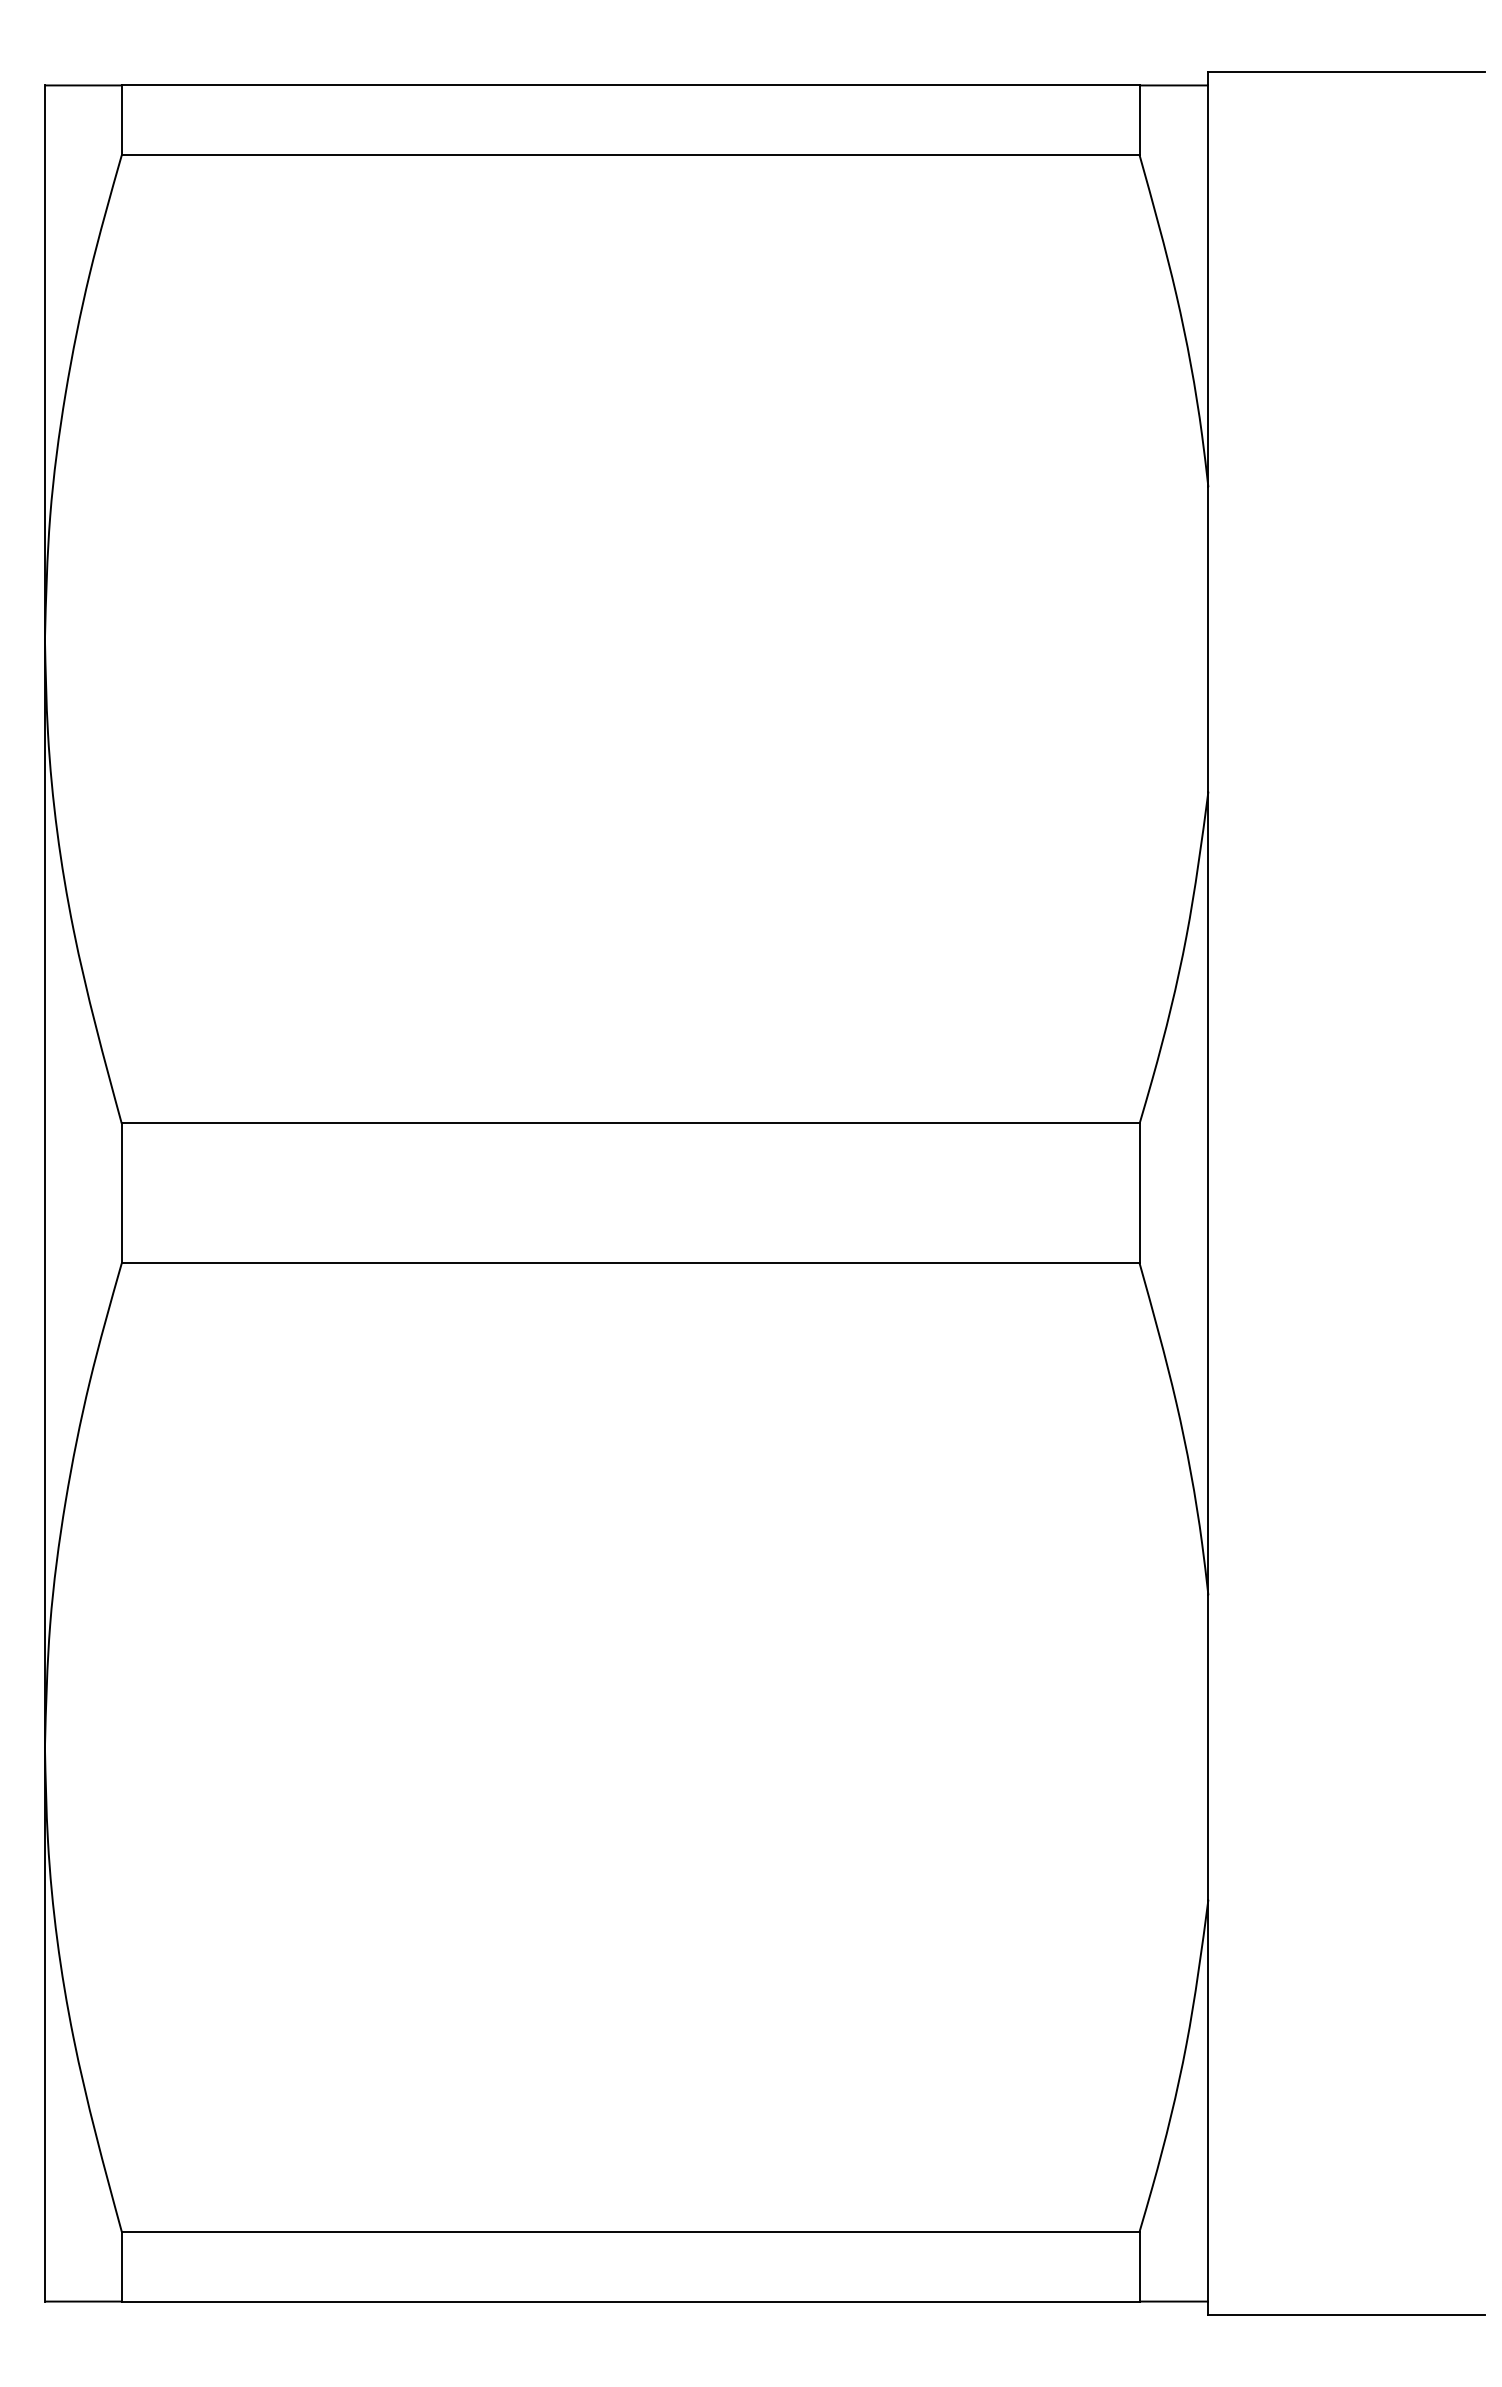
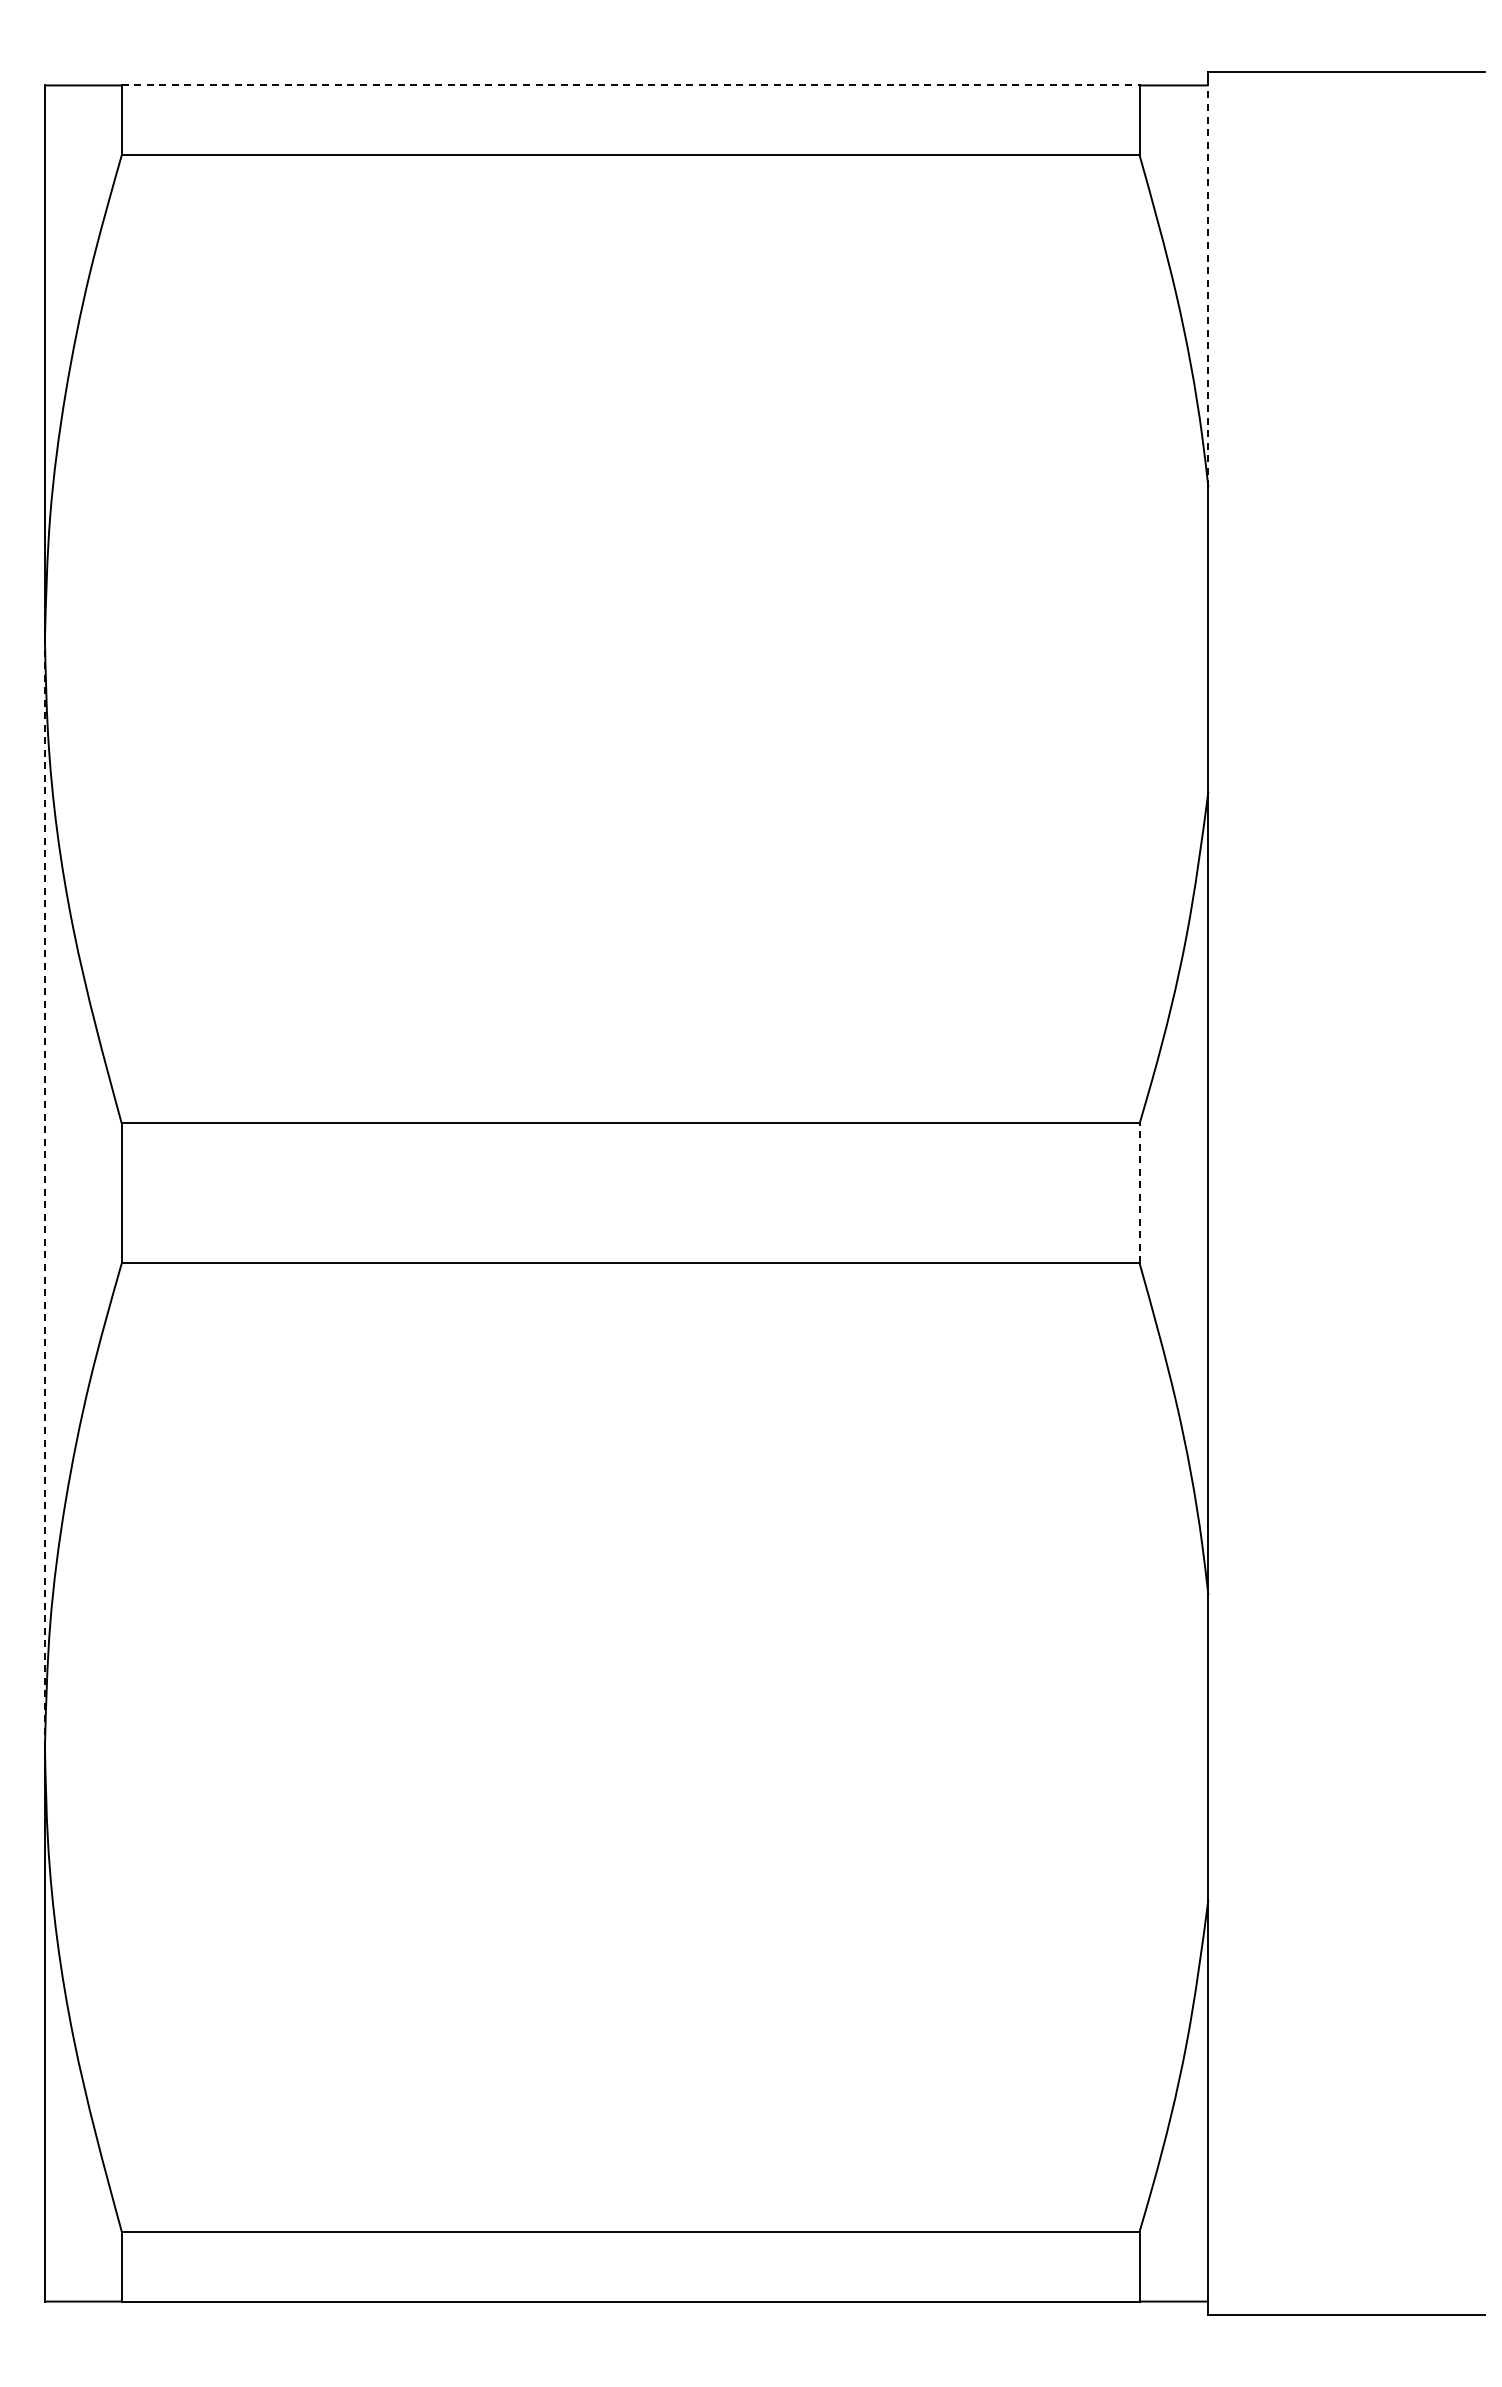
line at (630, 85): solid -> dashed
line at (1208, 286): solid -> dashed
line at (1139, 1192): solid -> dashed
line at (44, 1193): solid -> dashed
